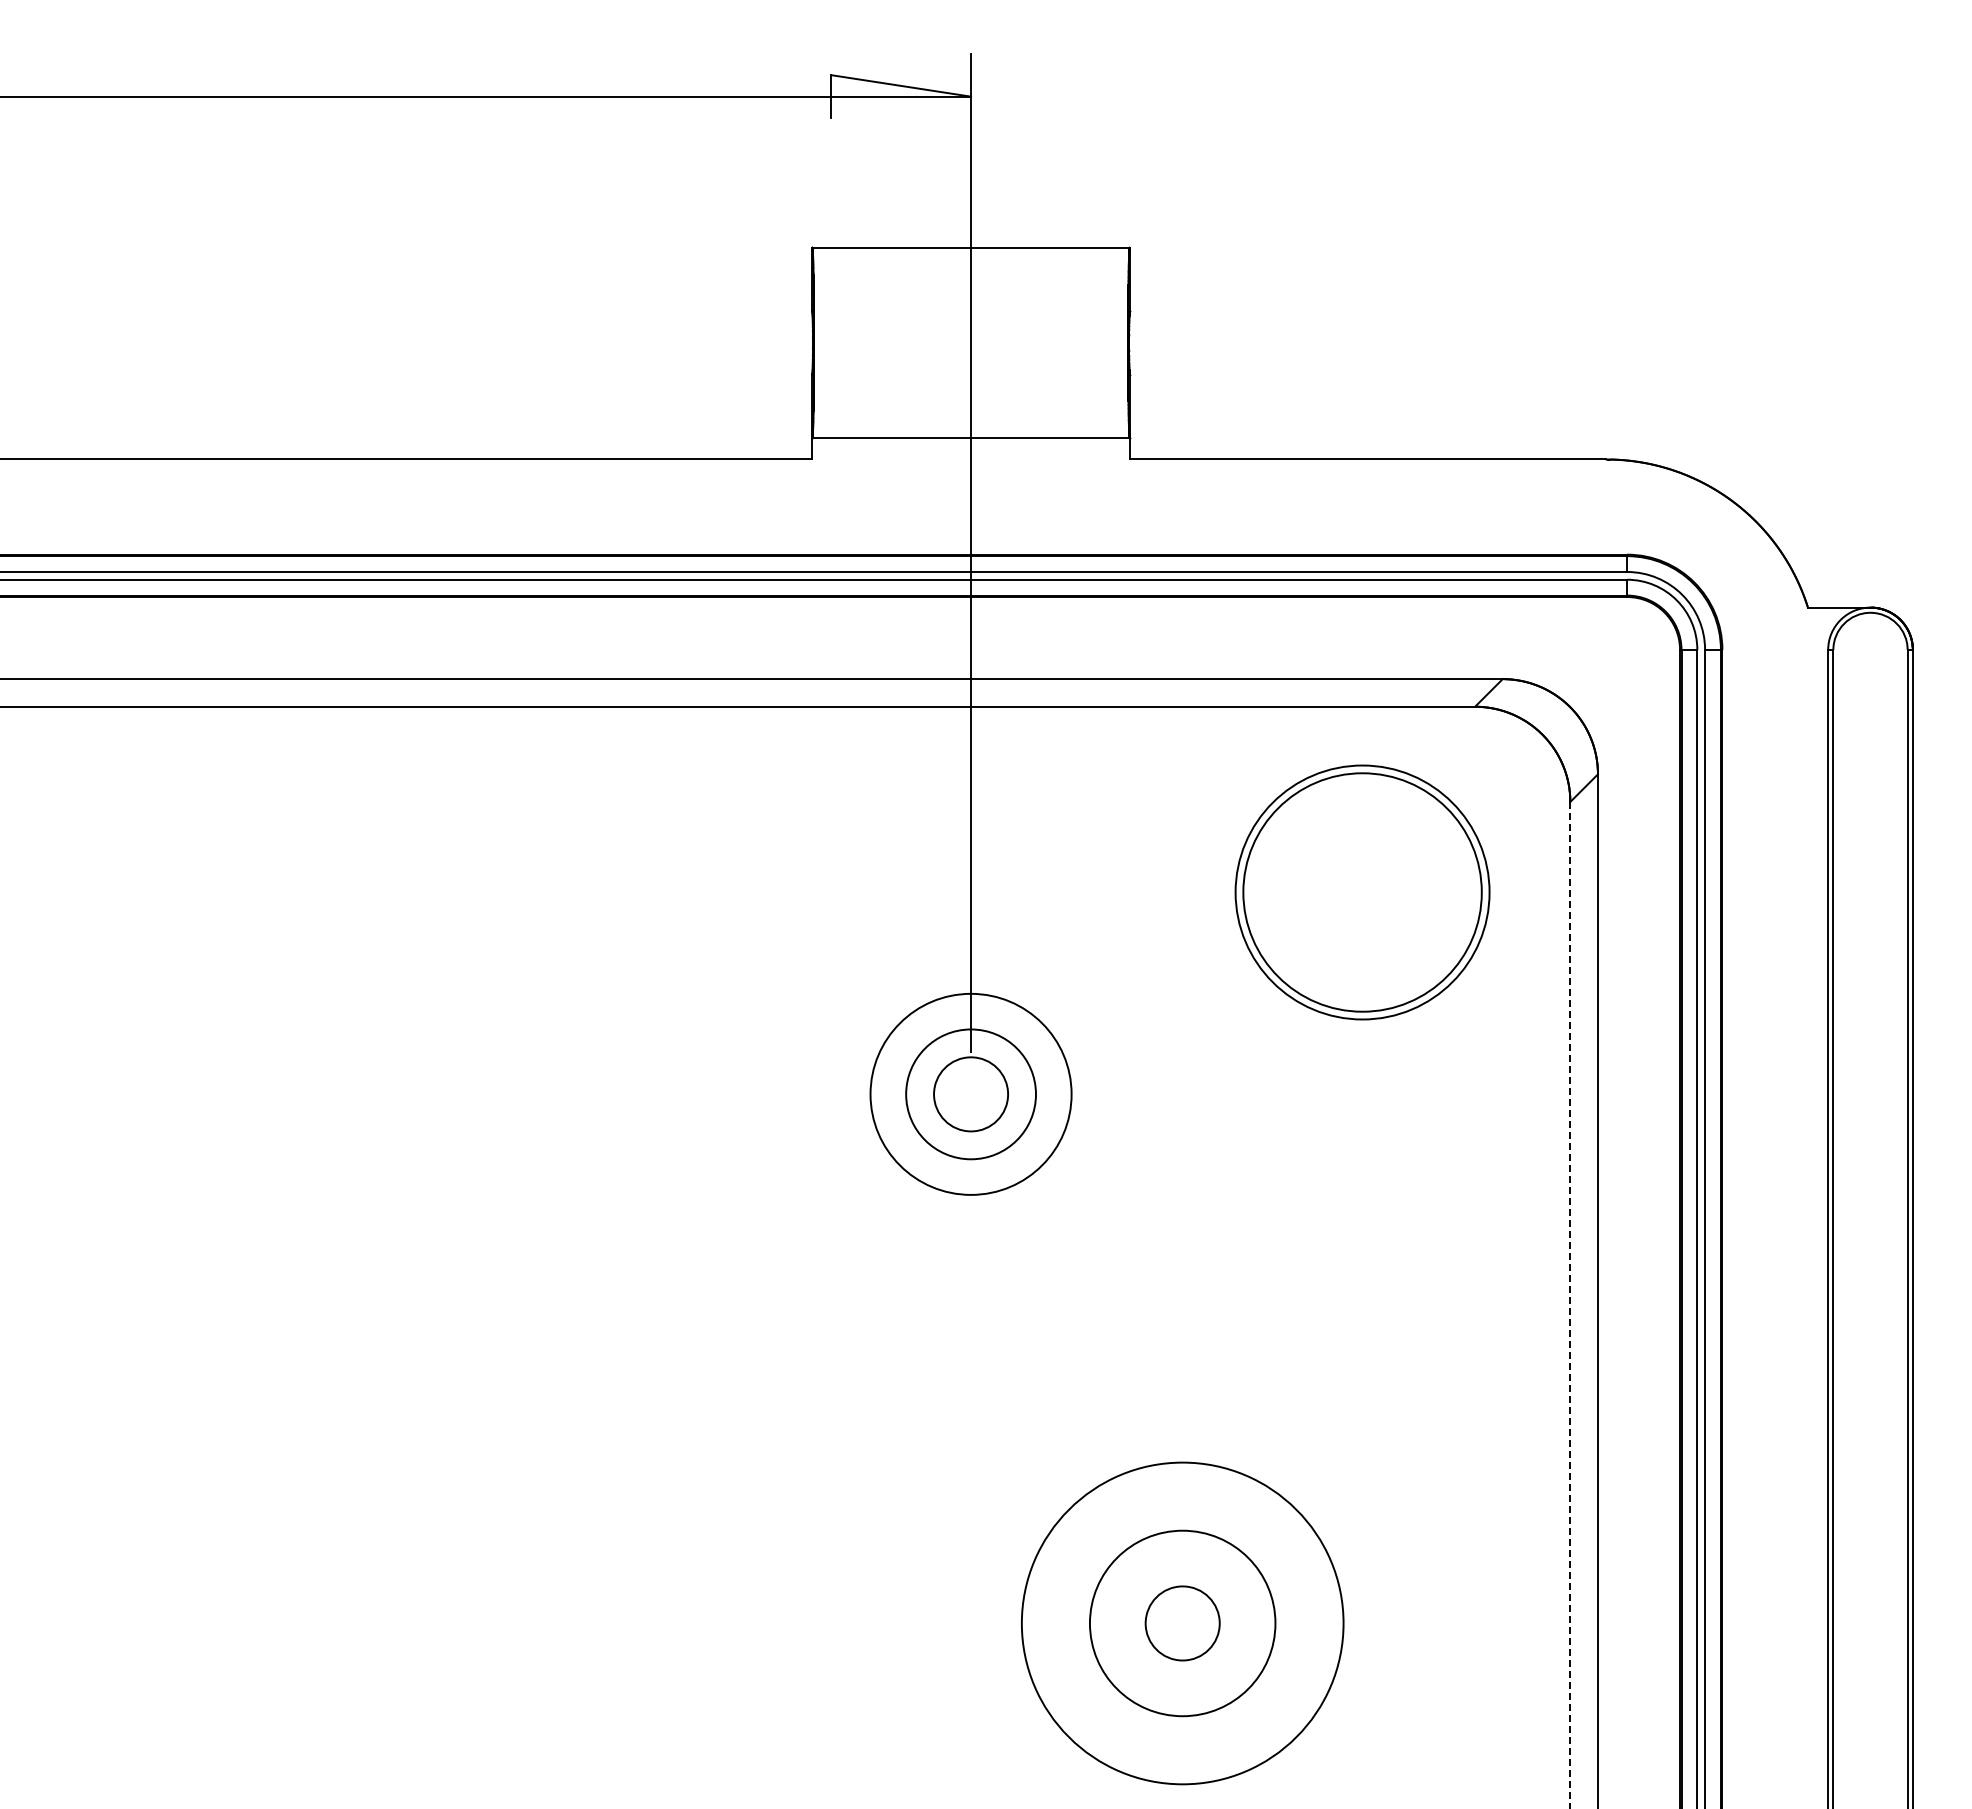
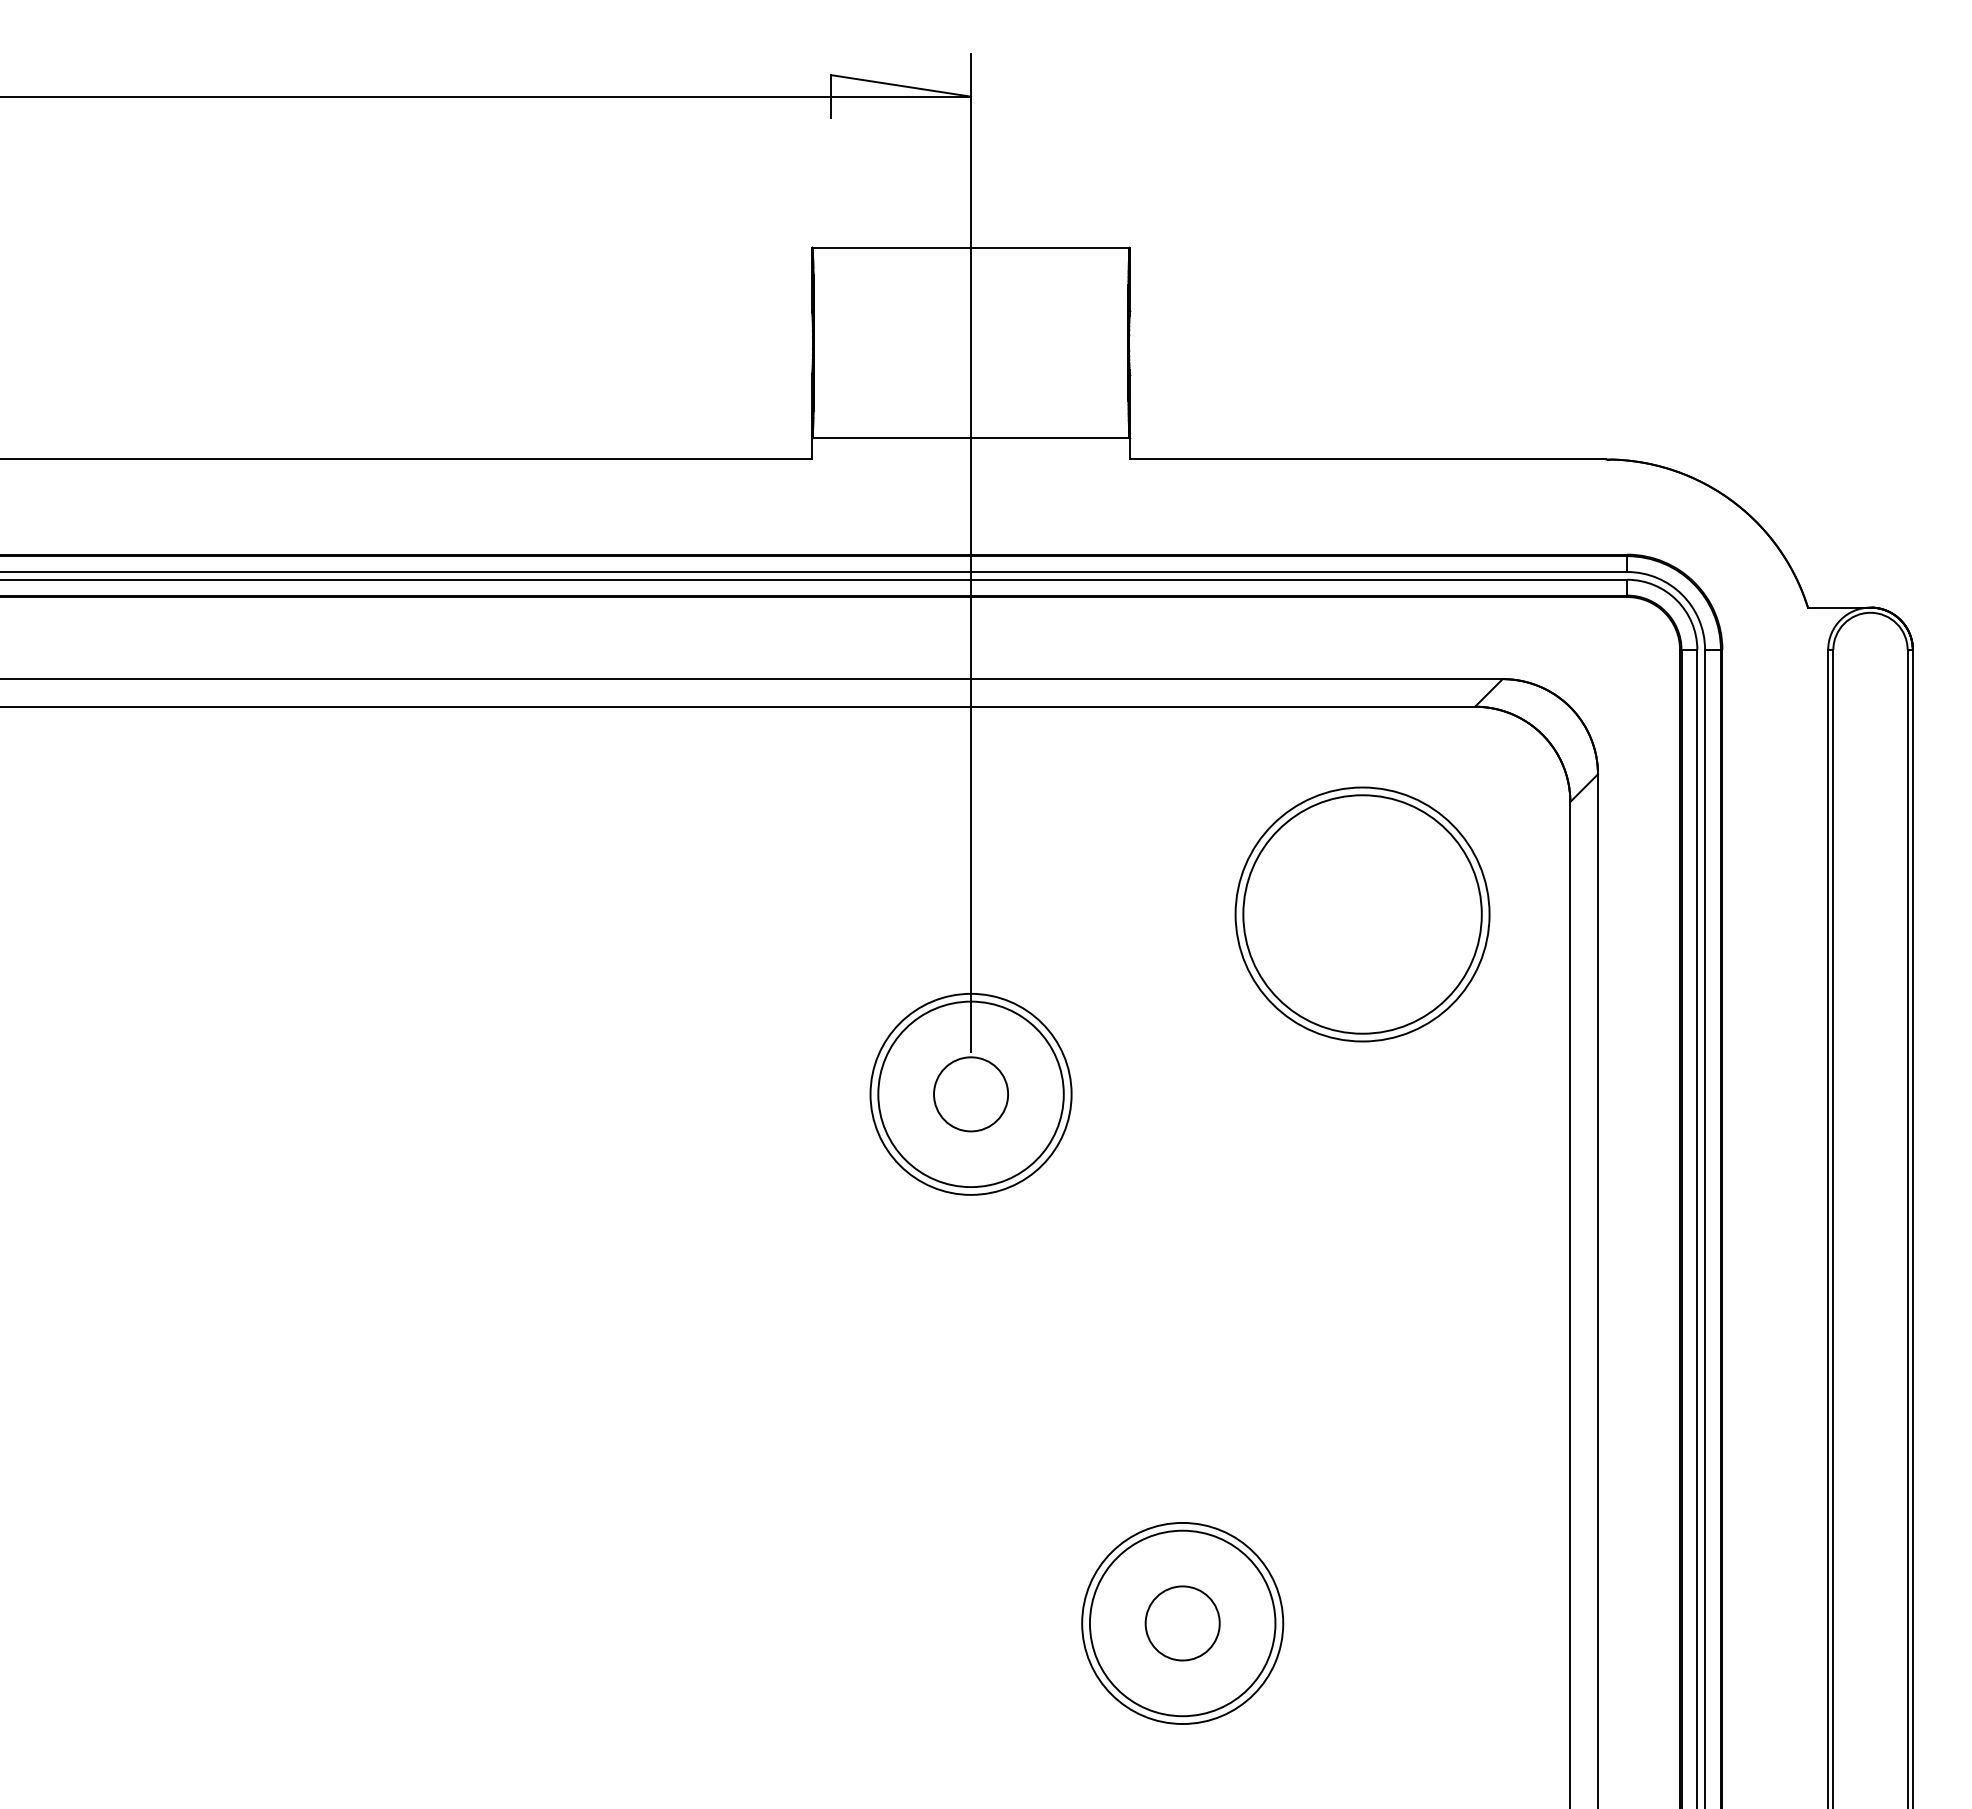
part at (1362, 892) position: (1362, 892) -> (1362, 914)
circle at (971, 1094) diameter: 130 px -> 185 px
line at (1570, 1305): dashed -> solid
circle at (1182, 1623) diameter: 322 px -> 201 px
